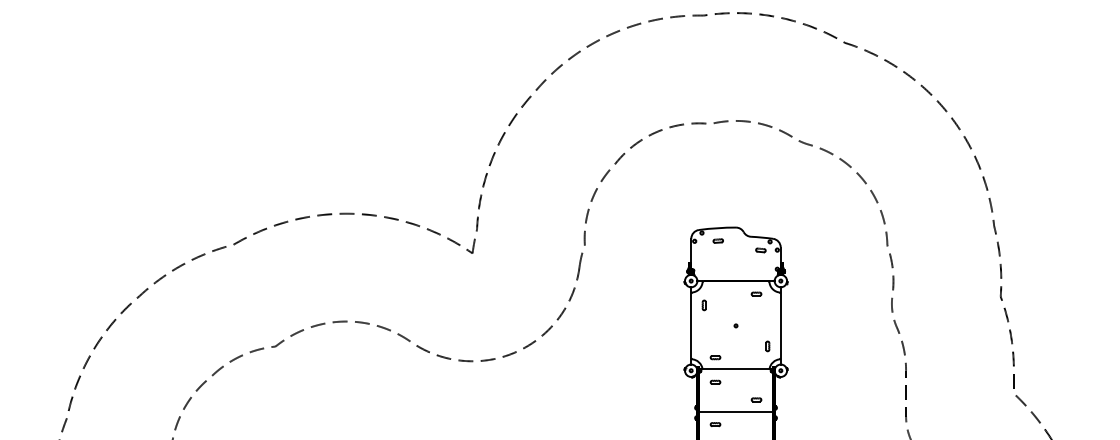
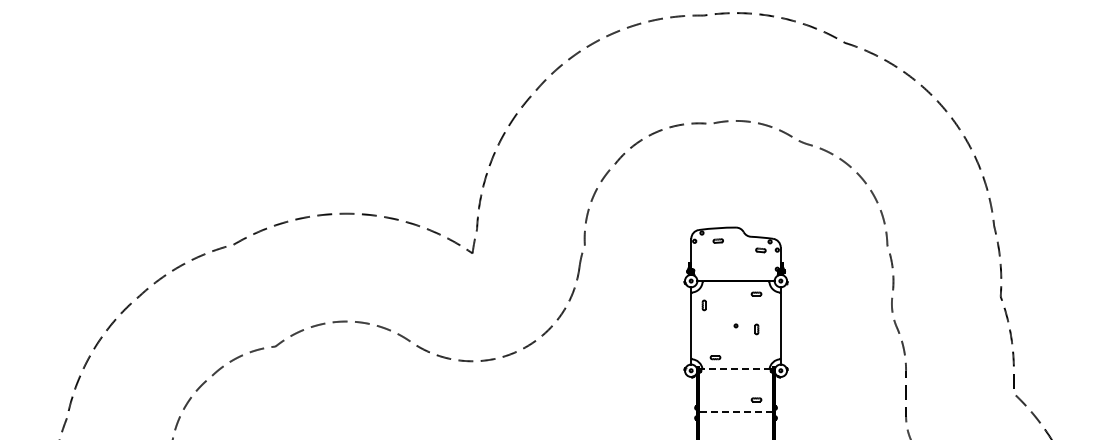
part at (767, 346) position: (767, 346) -> (756, 329)
line at (735, 369): solid -> dashed
part at (715, 381): present -> none
line at (736, 411): solid -> dashed
part at (715, 424): present -> none
